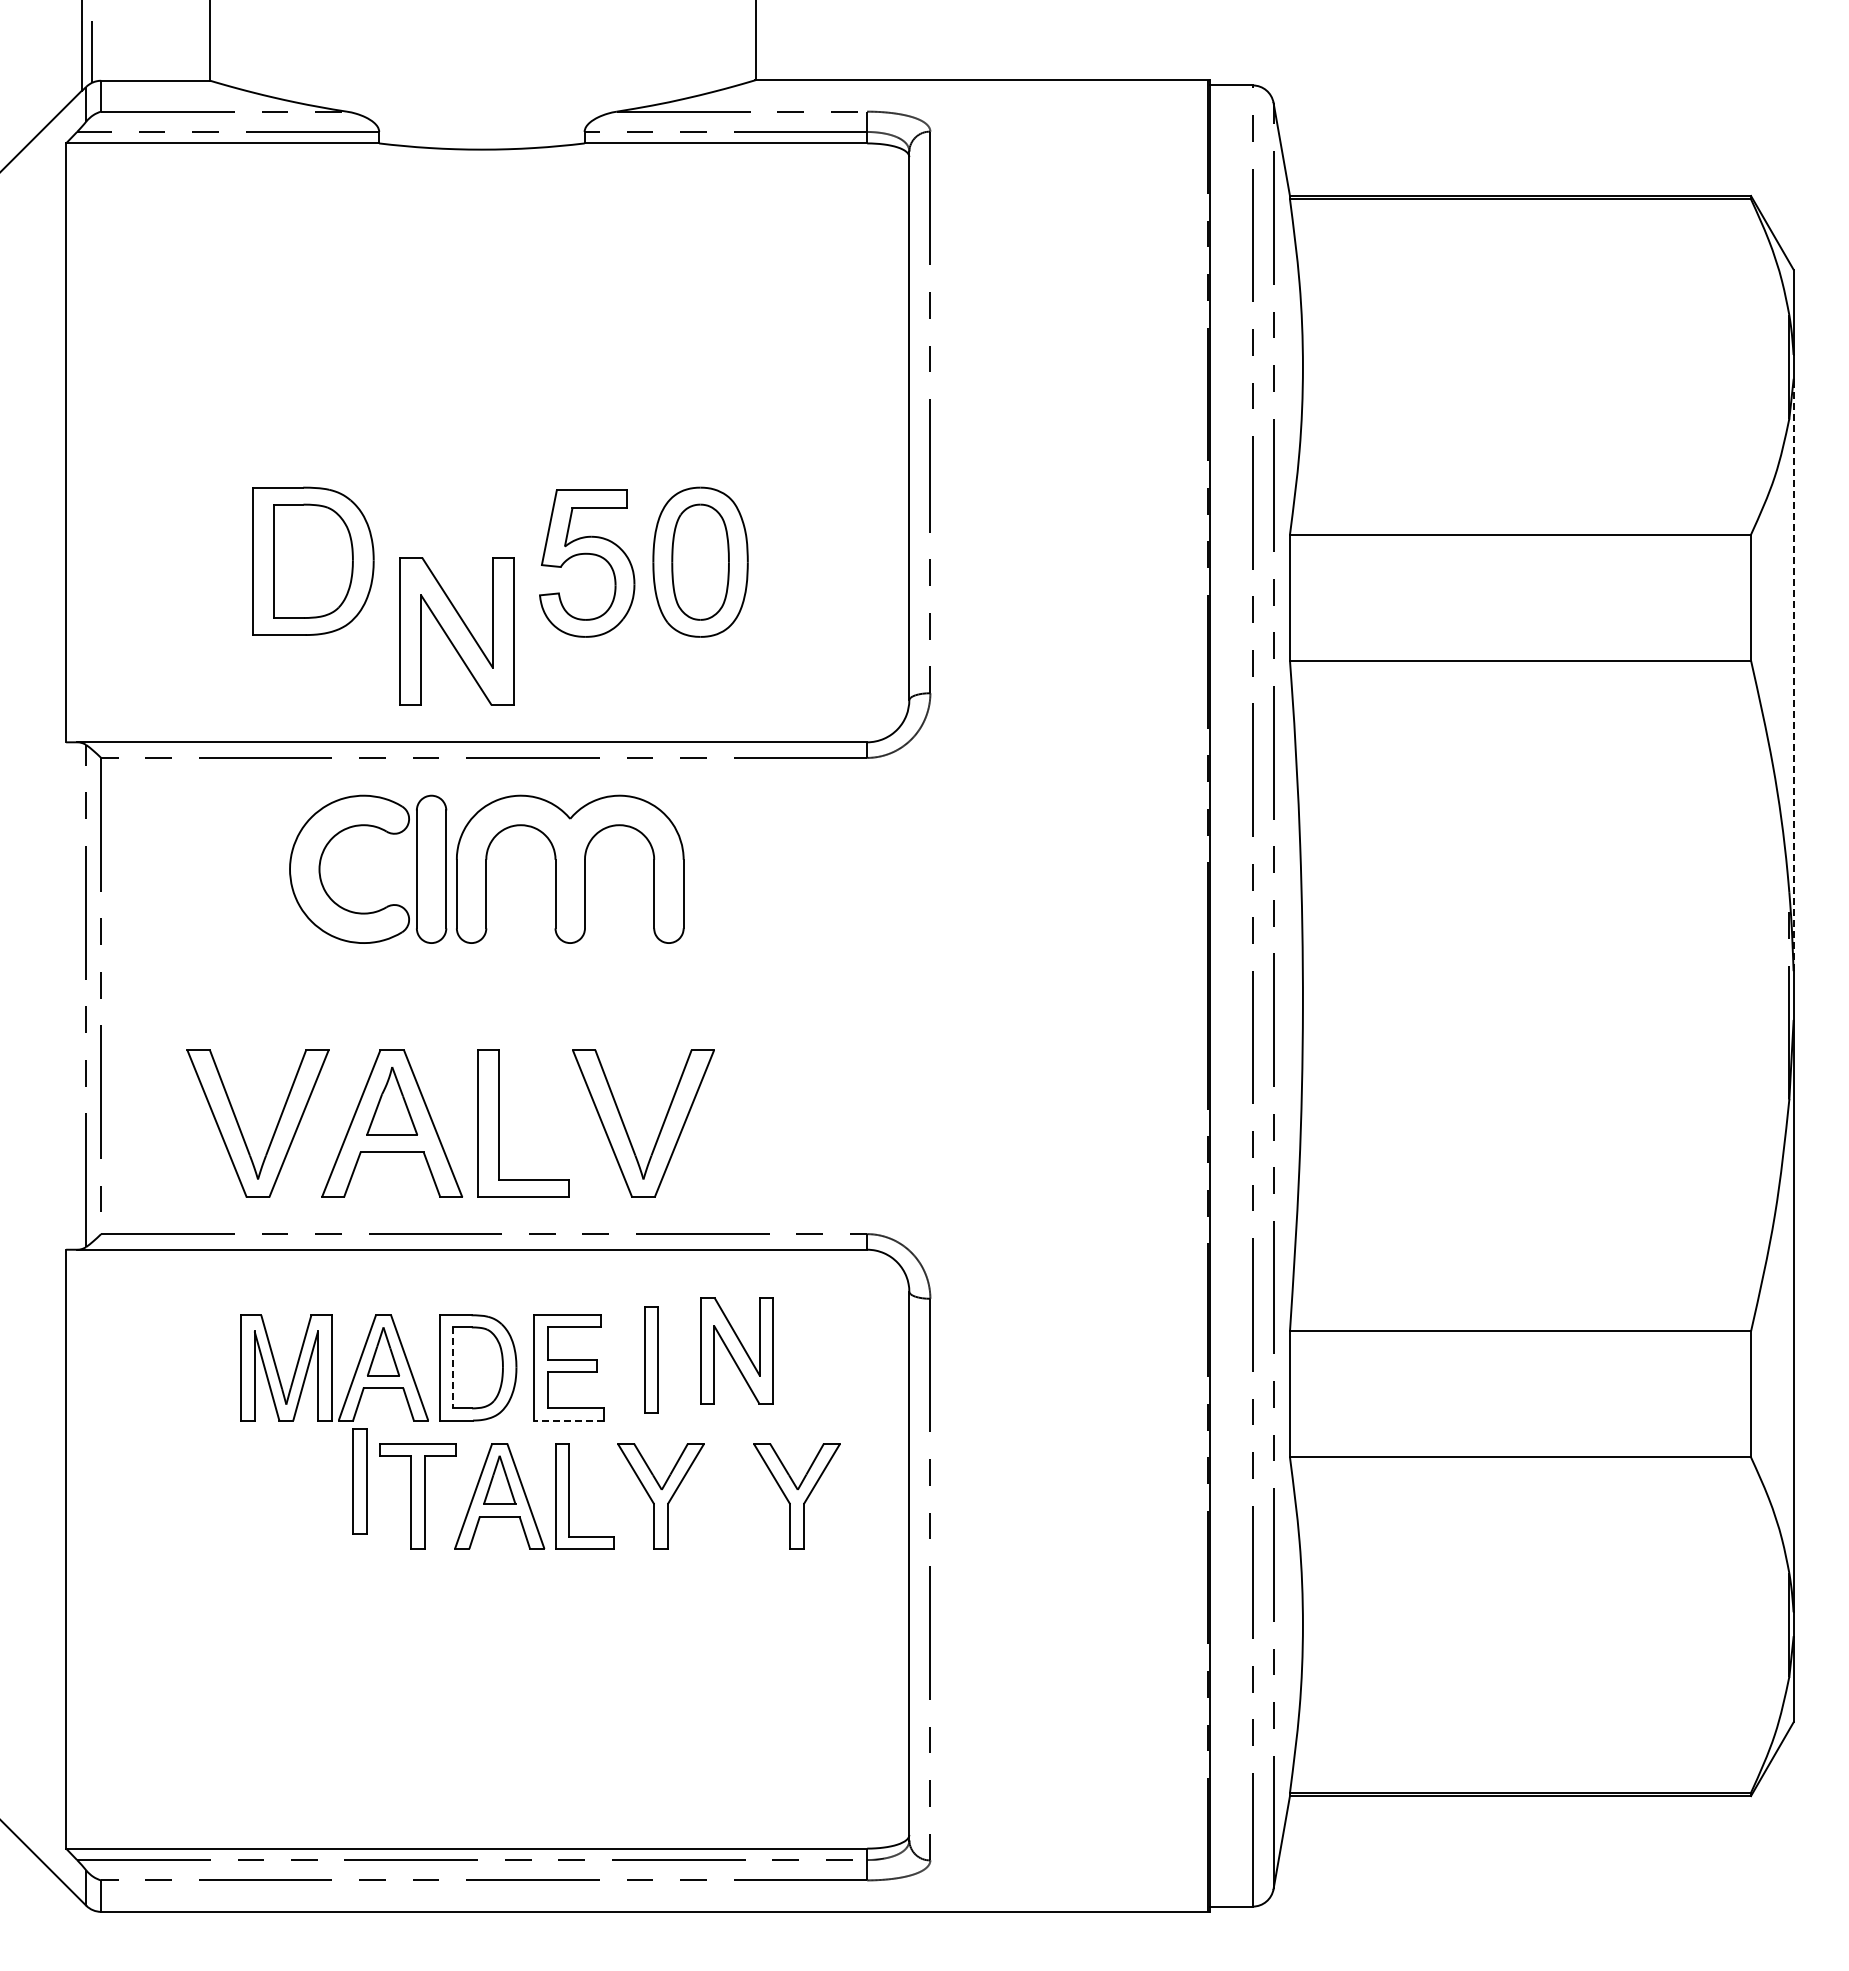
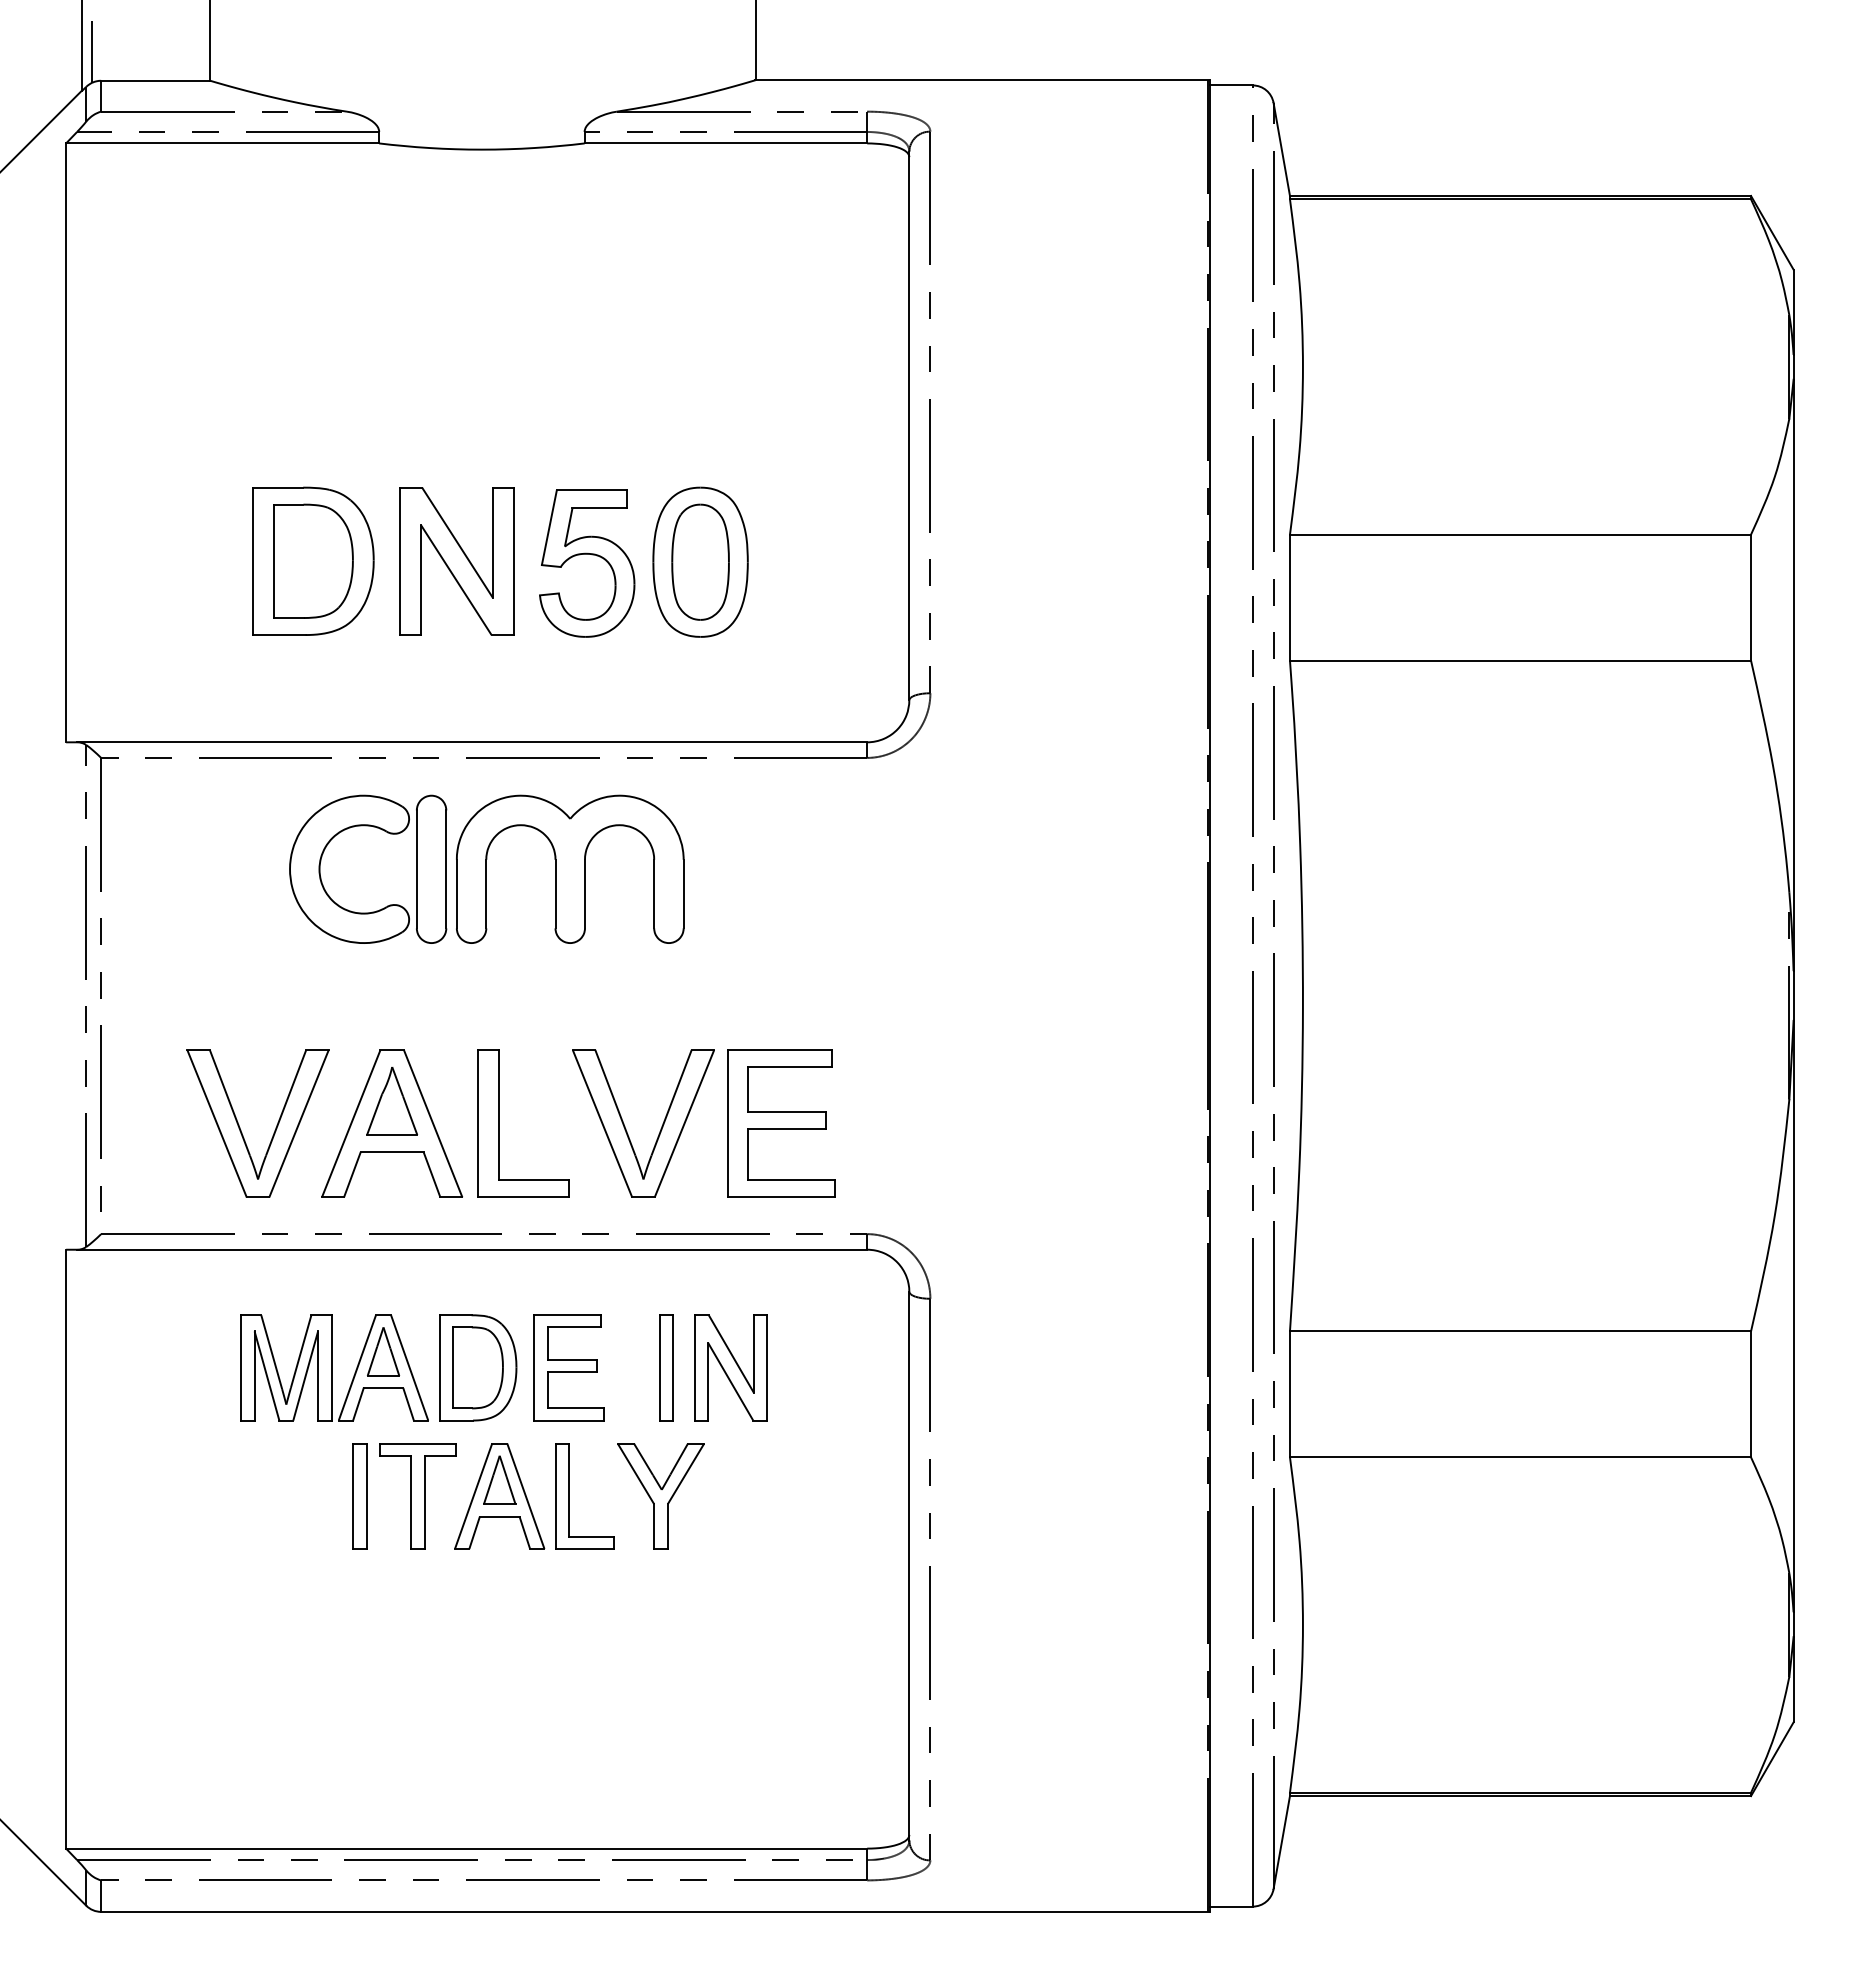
part at (456, 631) position: (456, 631) -> (456, 561)
line at (1793, 675): dashed -> solid
part at (781, 1123): none -> present
part at (736, 1350) position: (736, 1350) -> (730, 1367)
part at (651, 1359) position: (651, 1359) -> (666, 1367)
line at (453, 1368): dashed -> solid
line at (568, 1420): dashed -> solid
part at (359, 1481) position: (359, 1481) -> (359, 1496)
part at (796, 1496): present -> none
